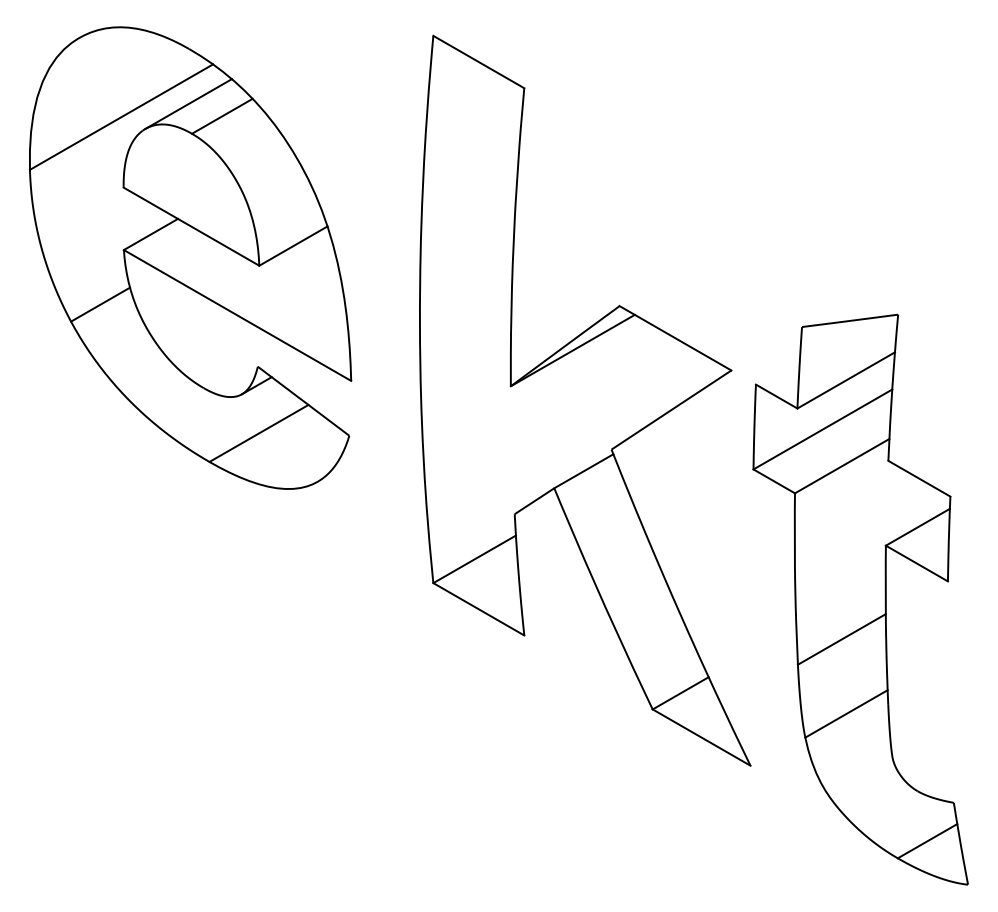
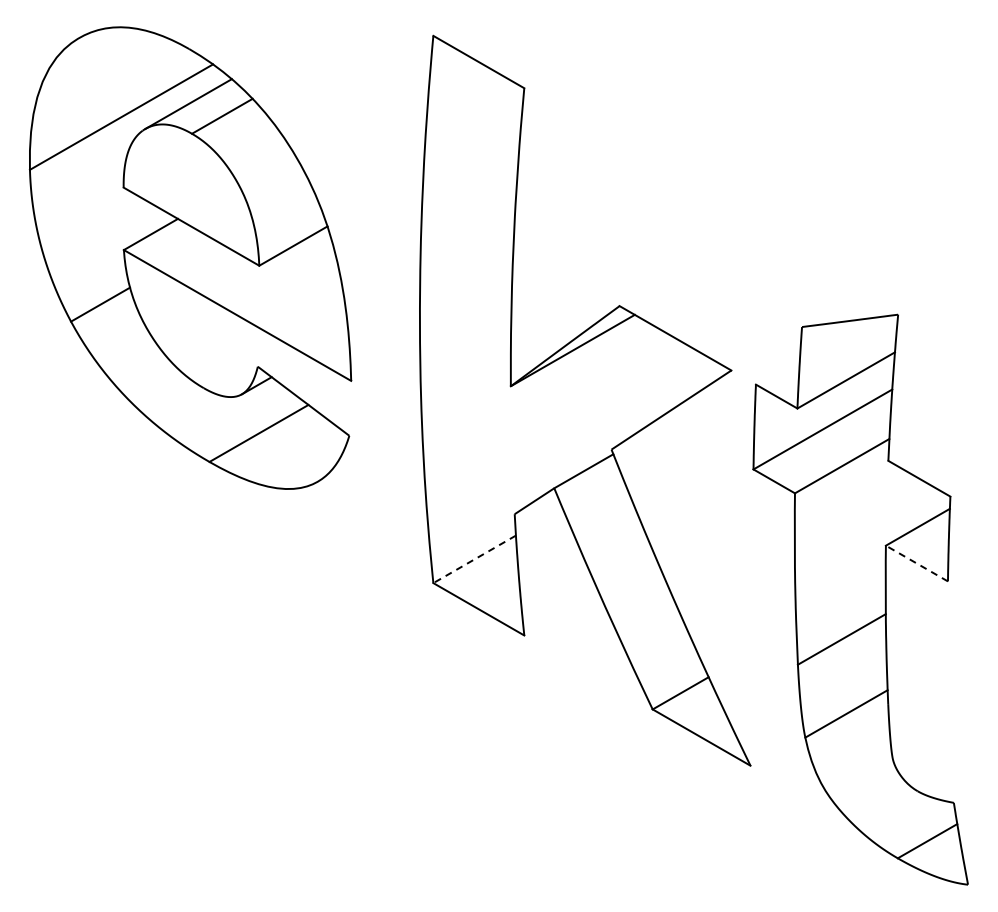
line at (474, 559): solid -> dashed
line at (916, 563): solid -> dashed
